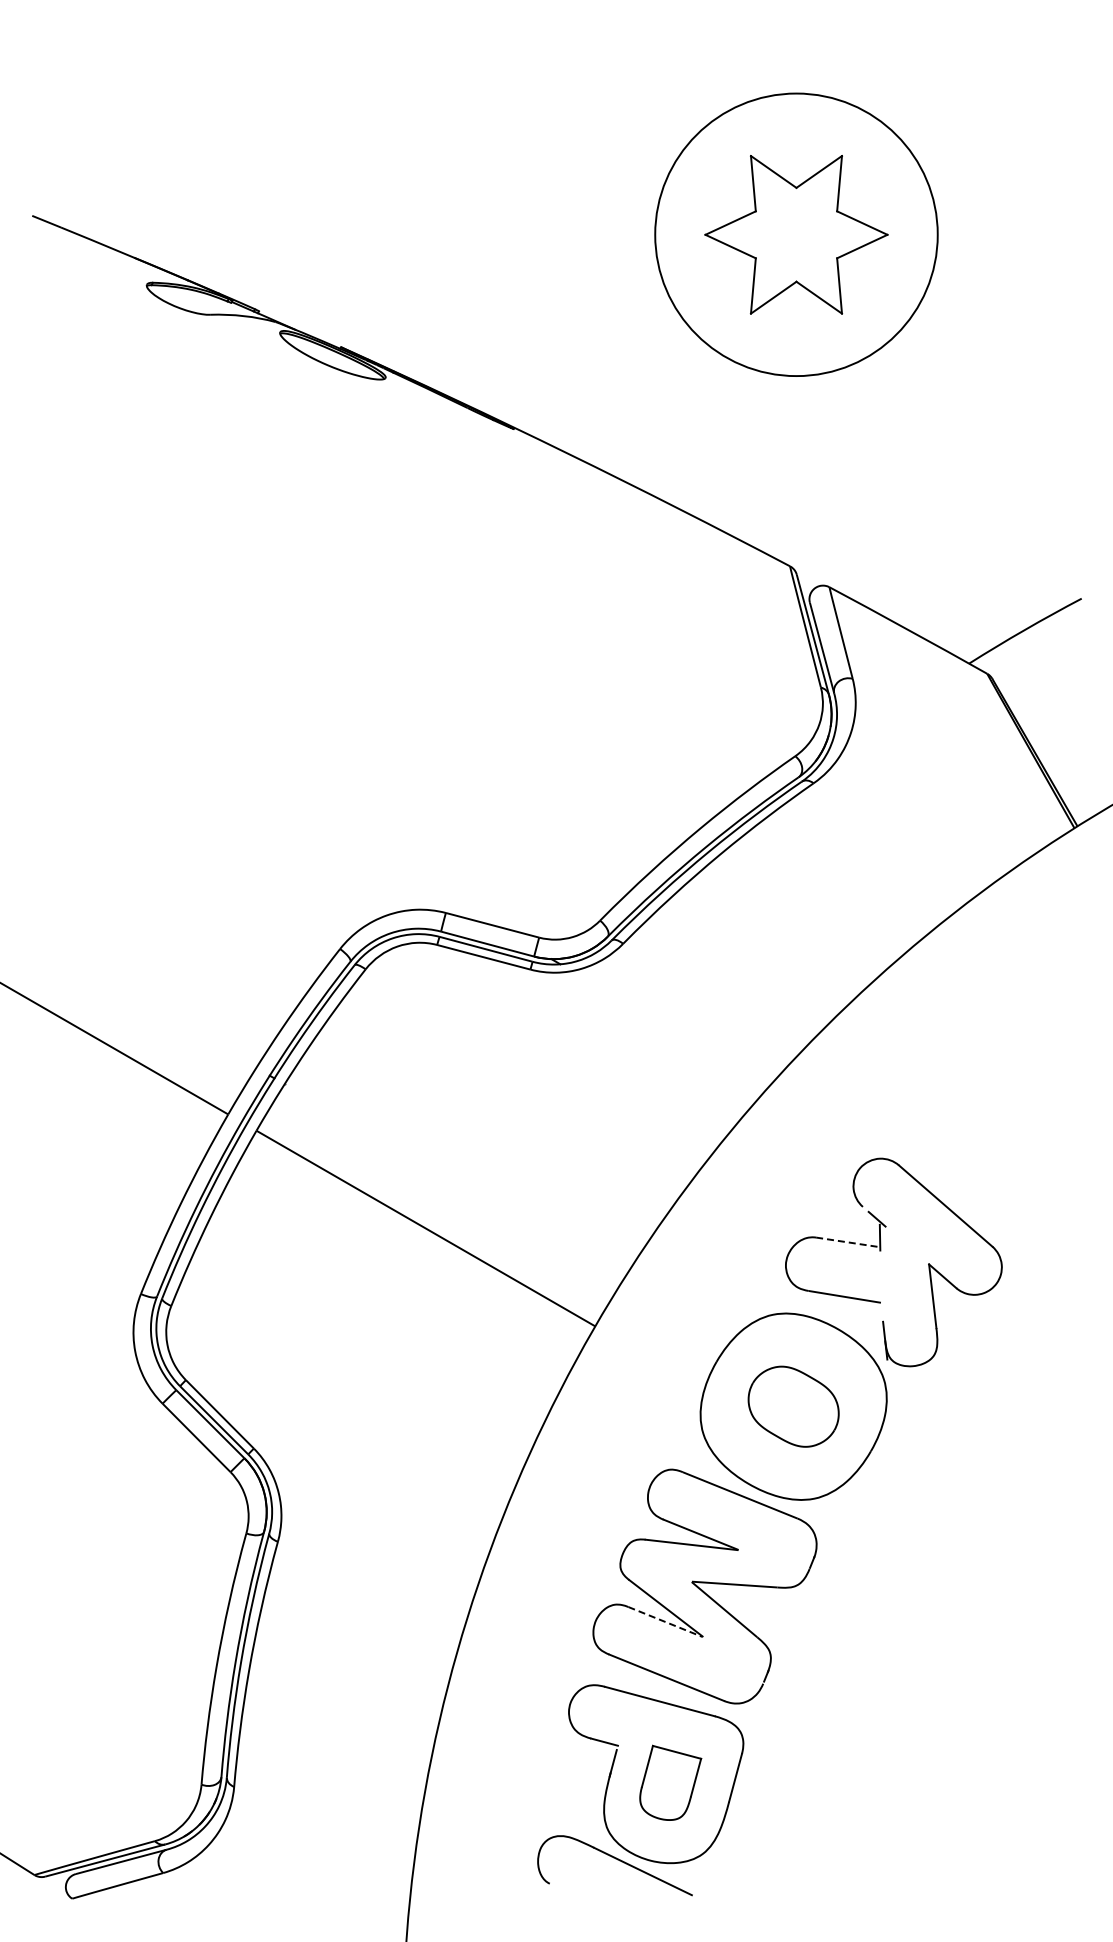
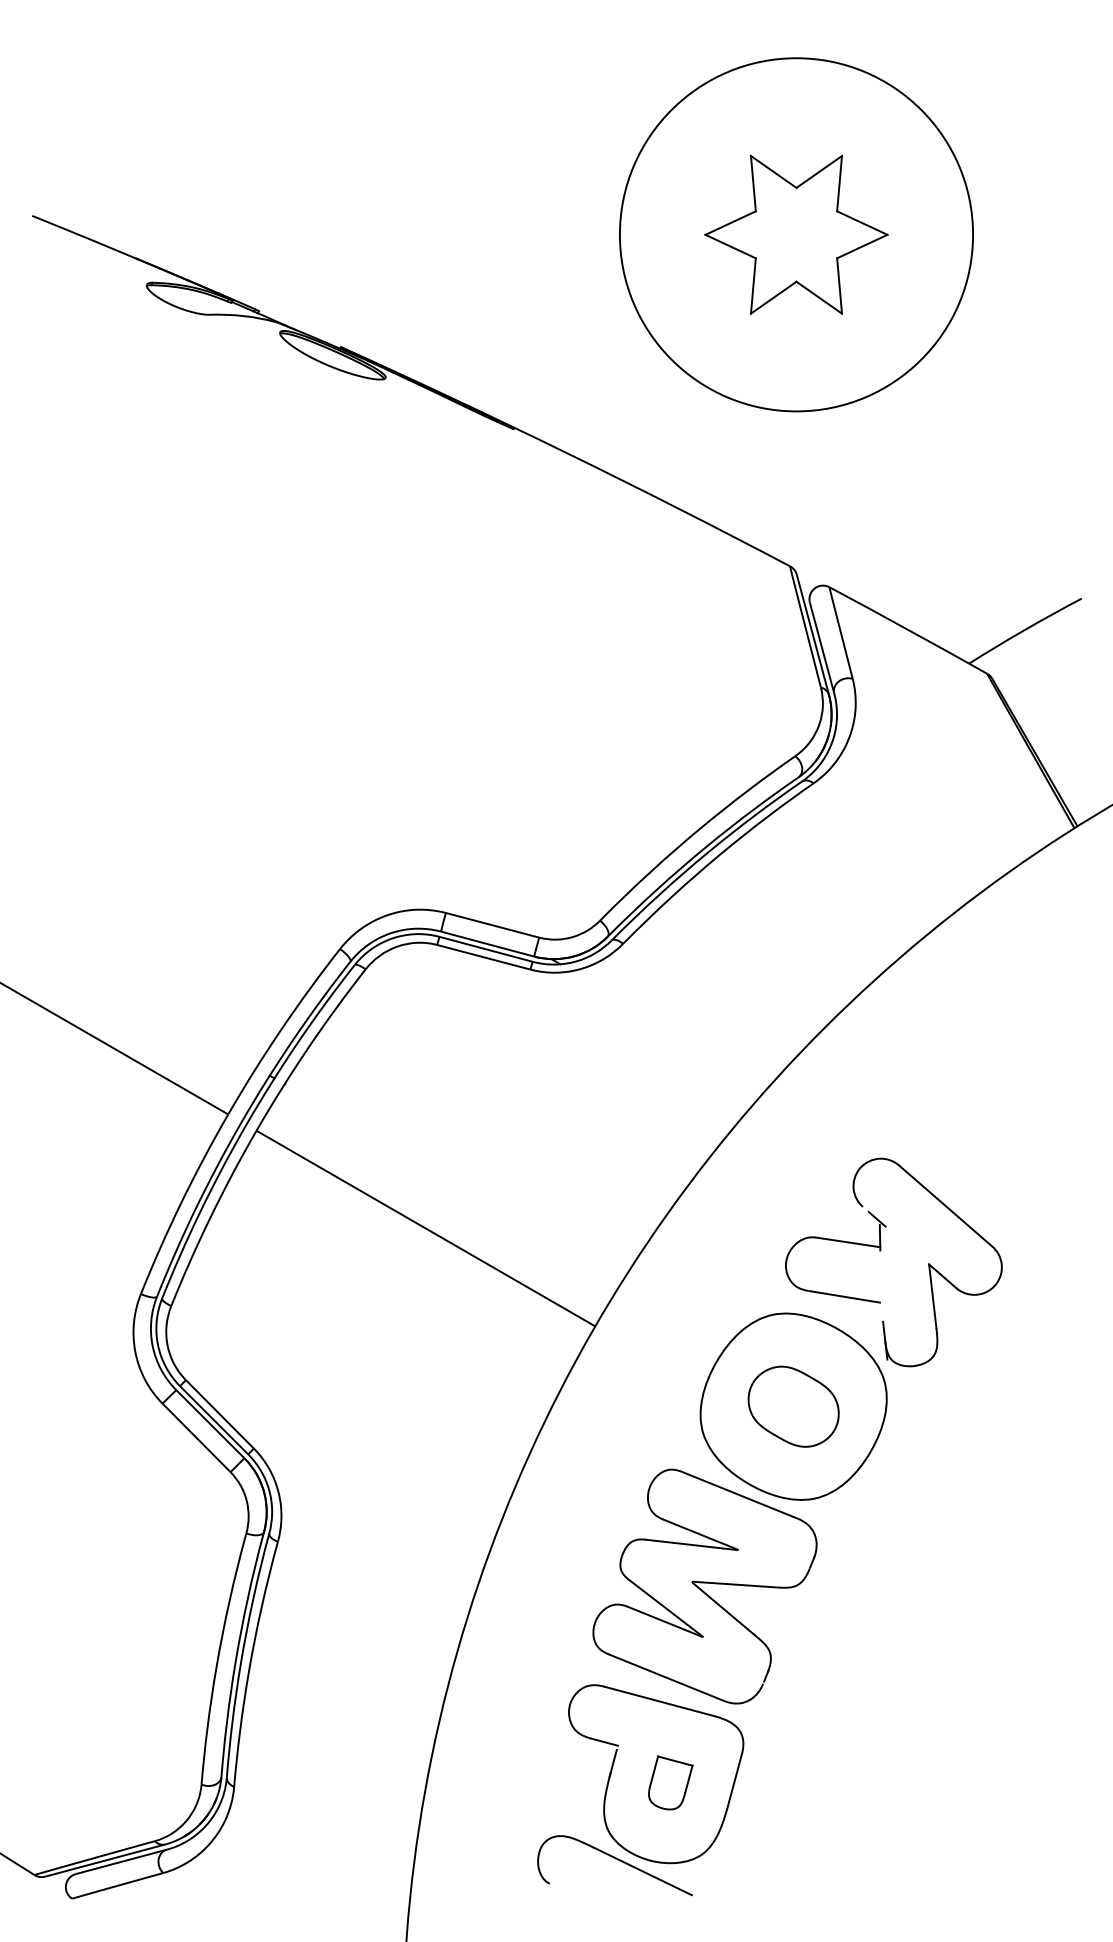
circle at (796, 234) diameter: 283 px -> 353 px
line at (848, 1242): dashed -> solid
line at (665, 1621): dashed -> solid
part at (670, 1782) size: 64x77 px -> 46x56 px
